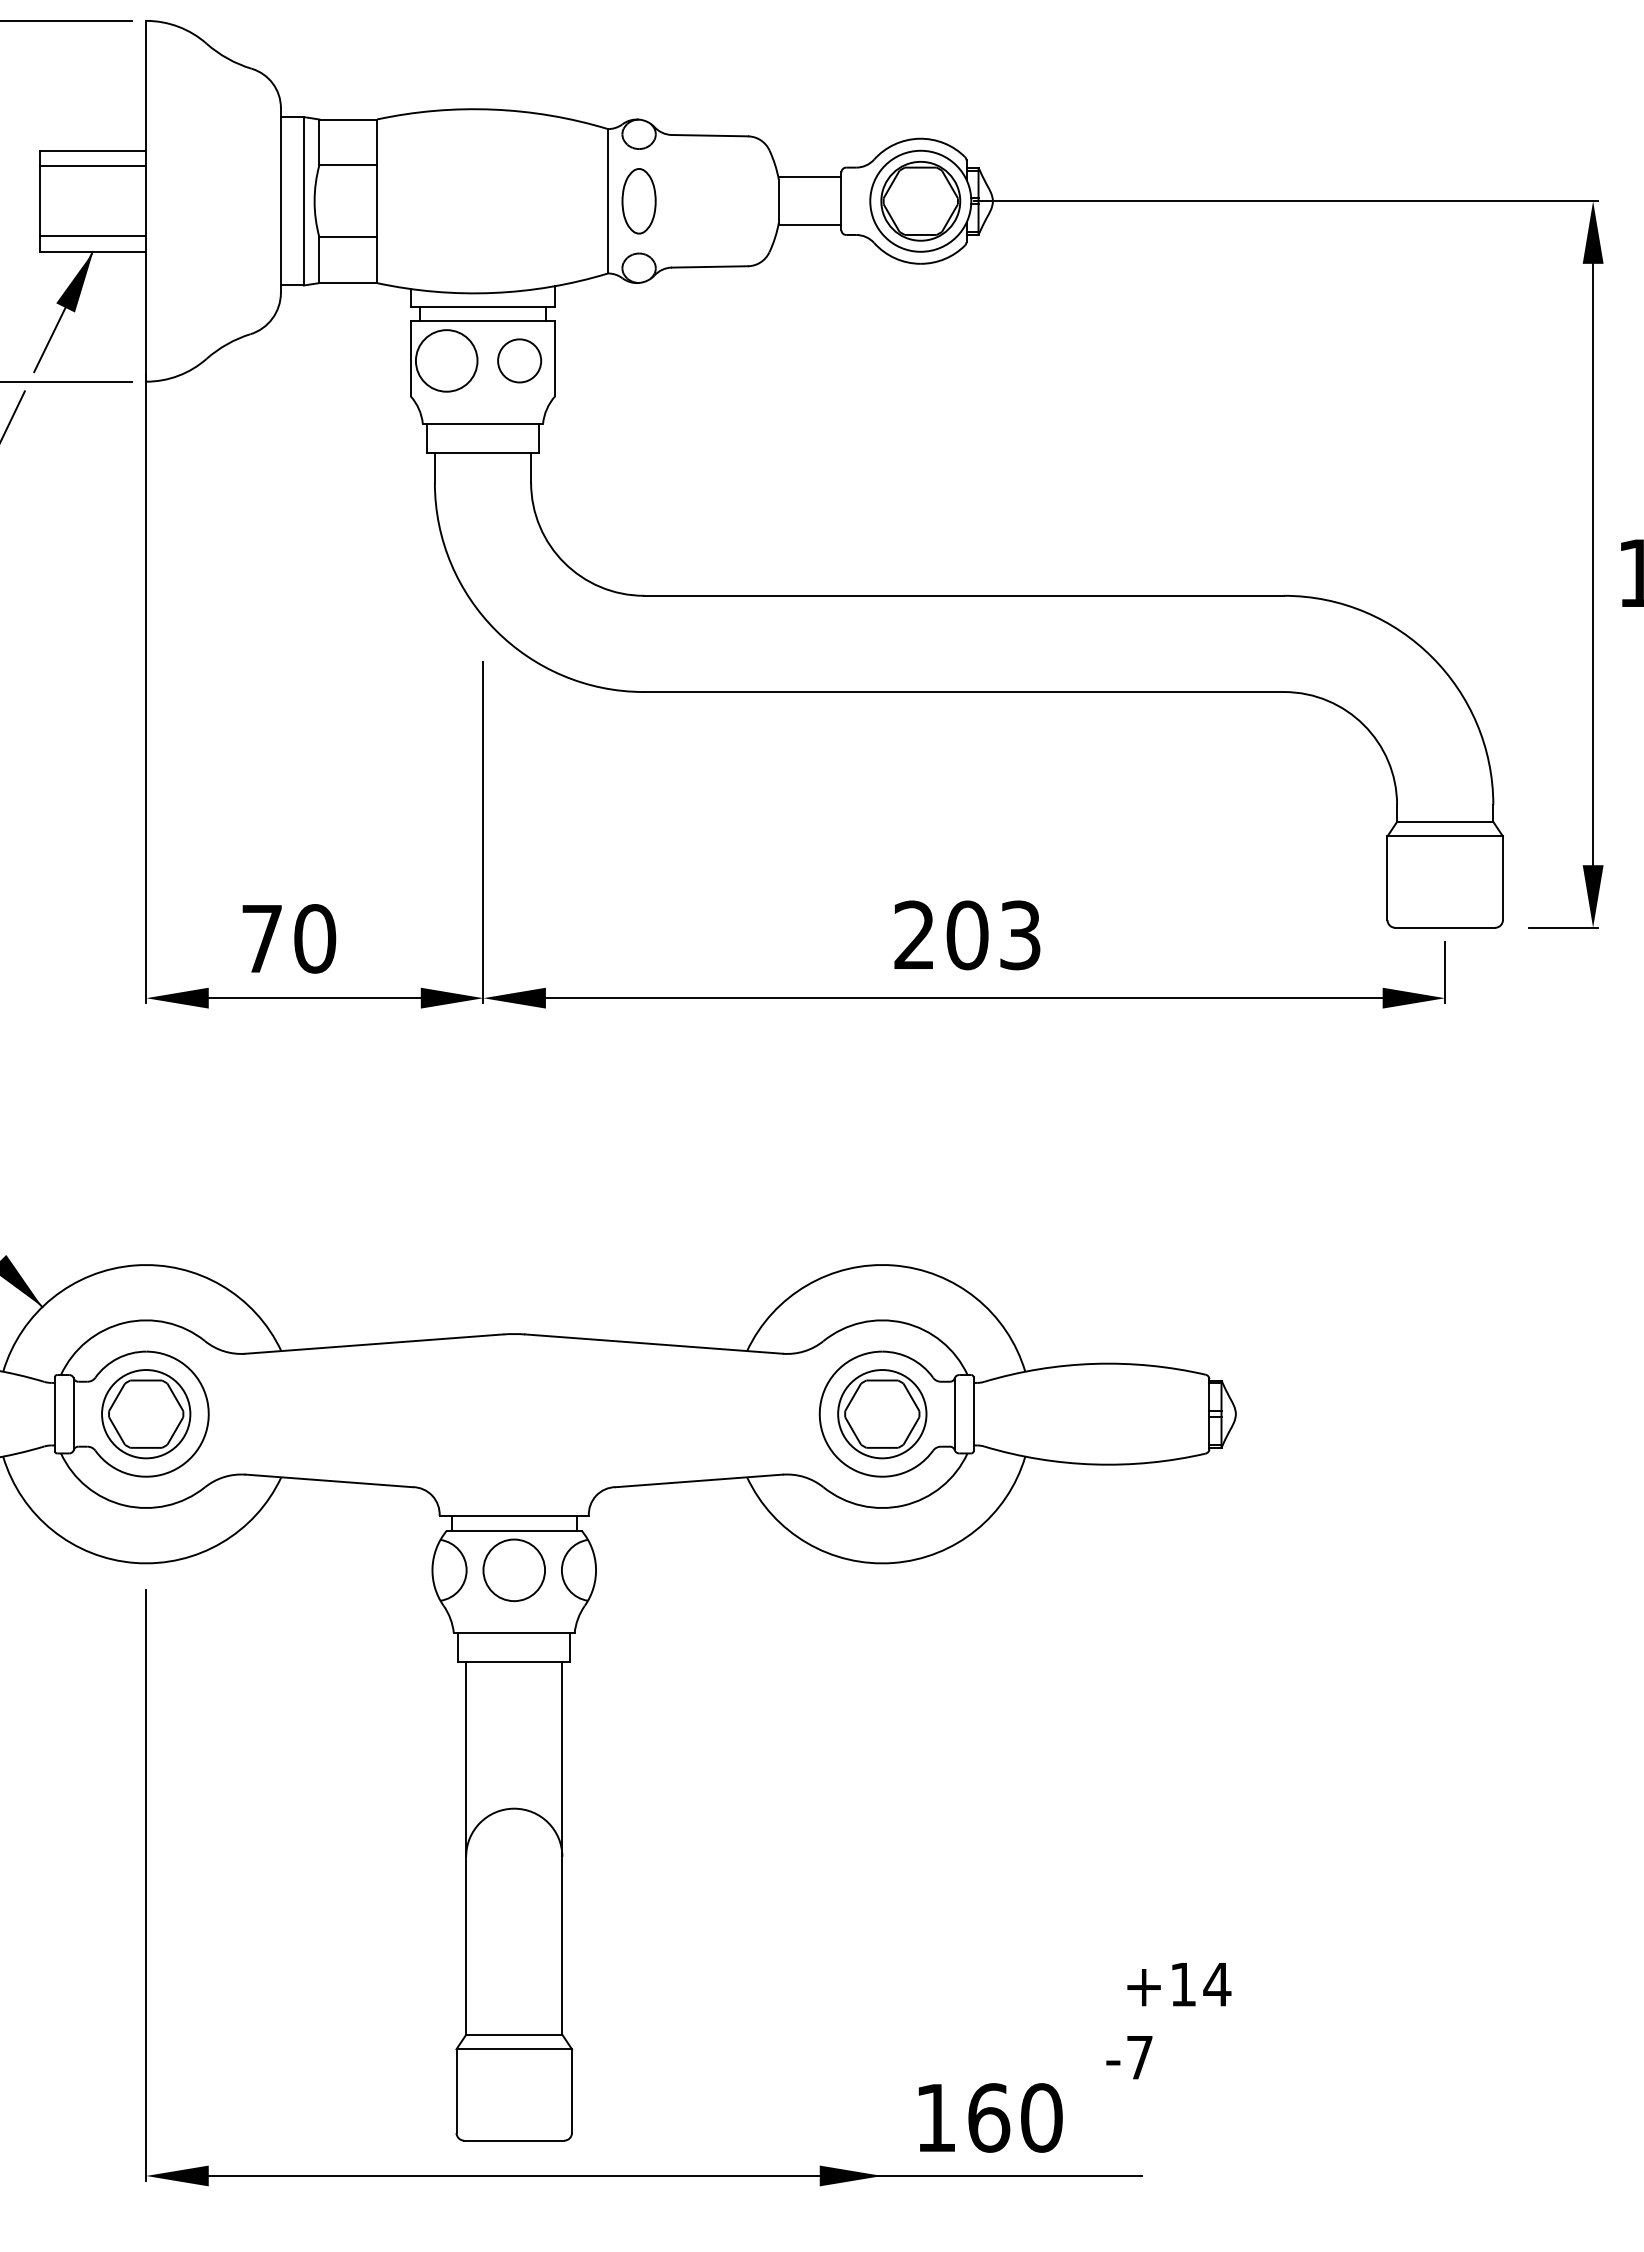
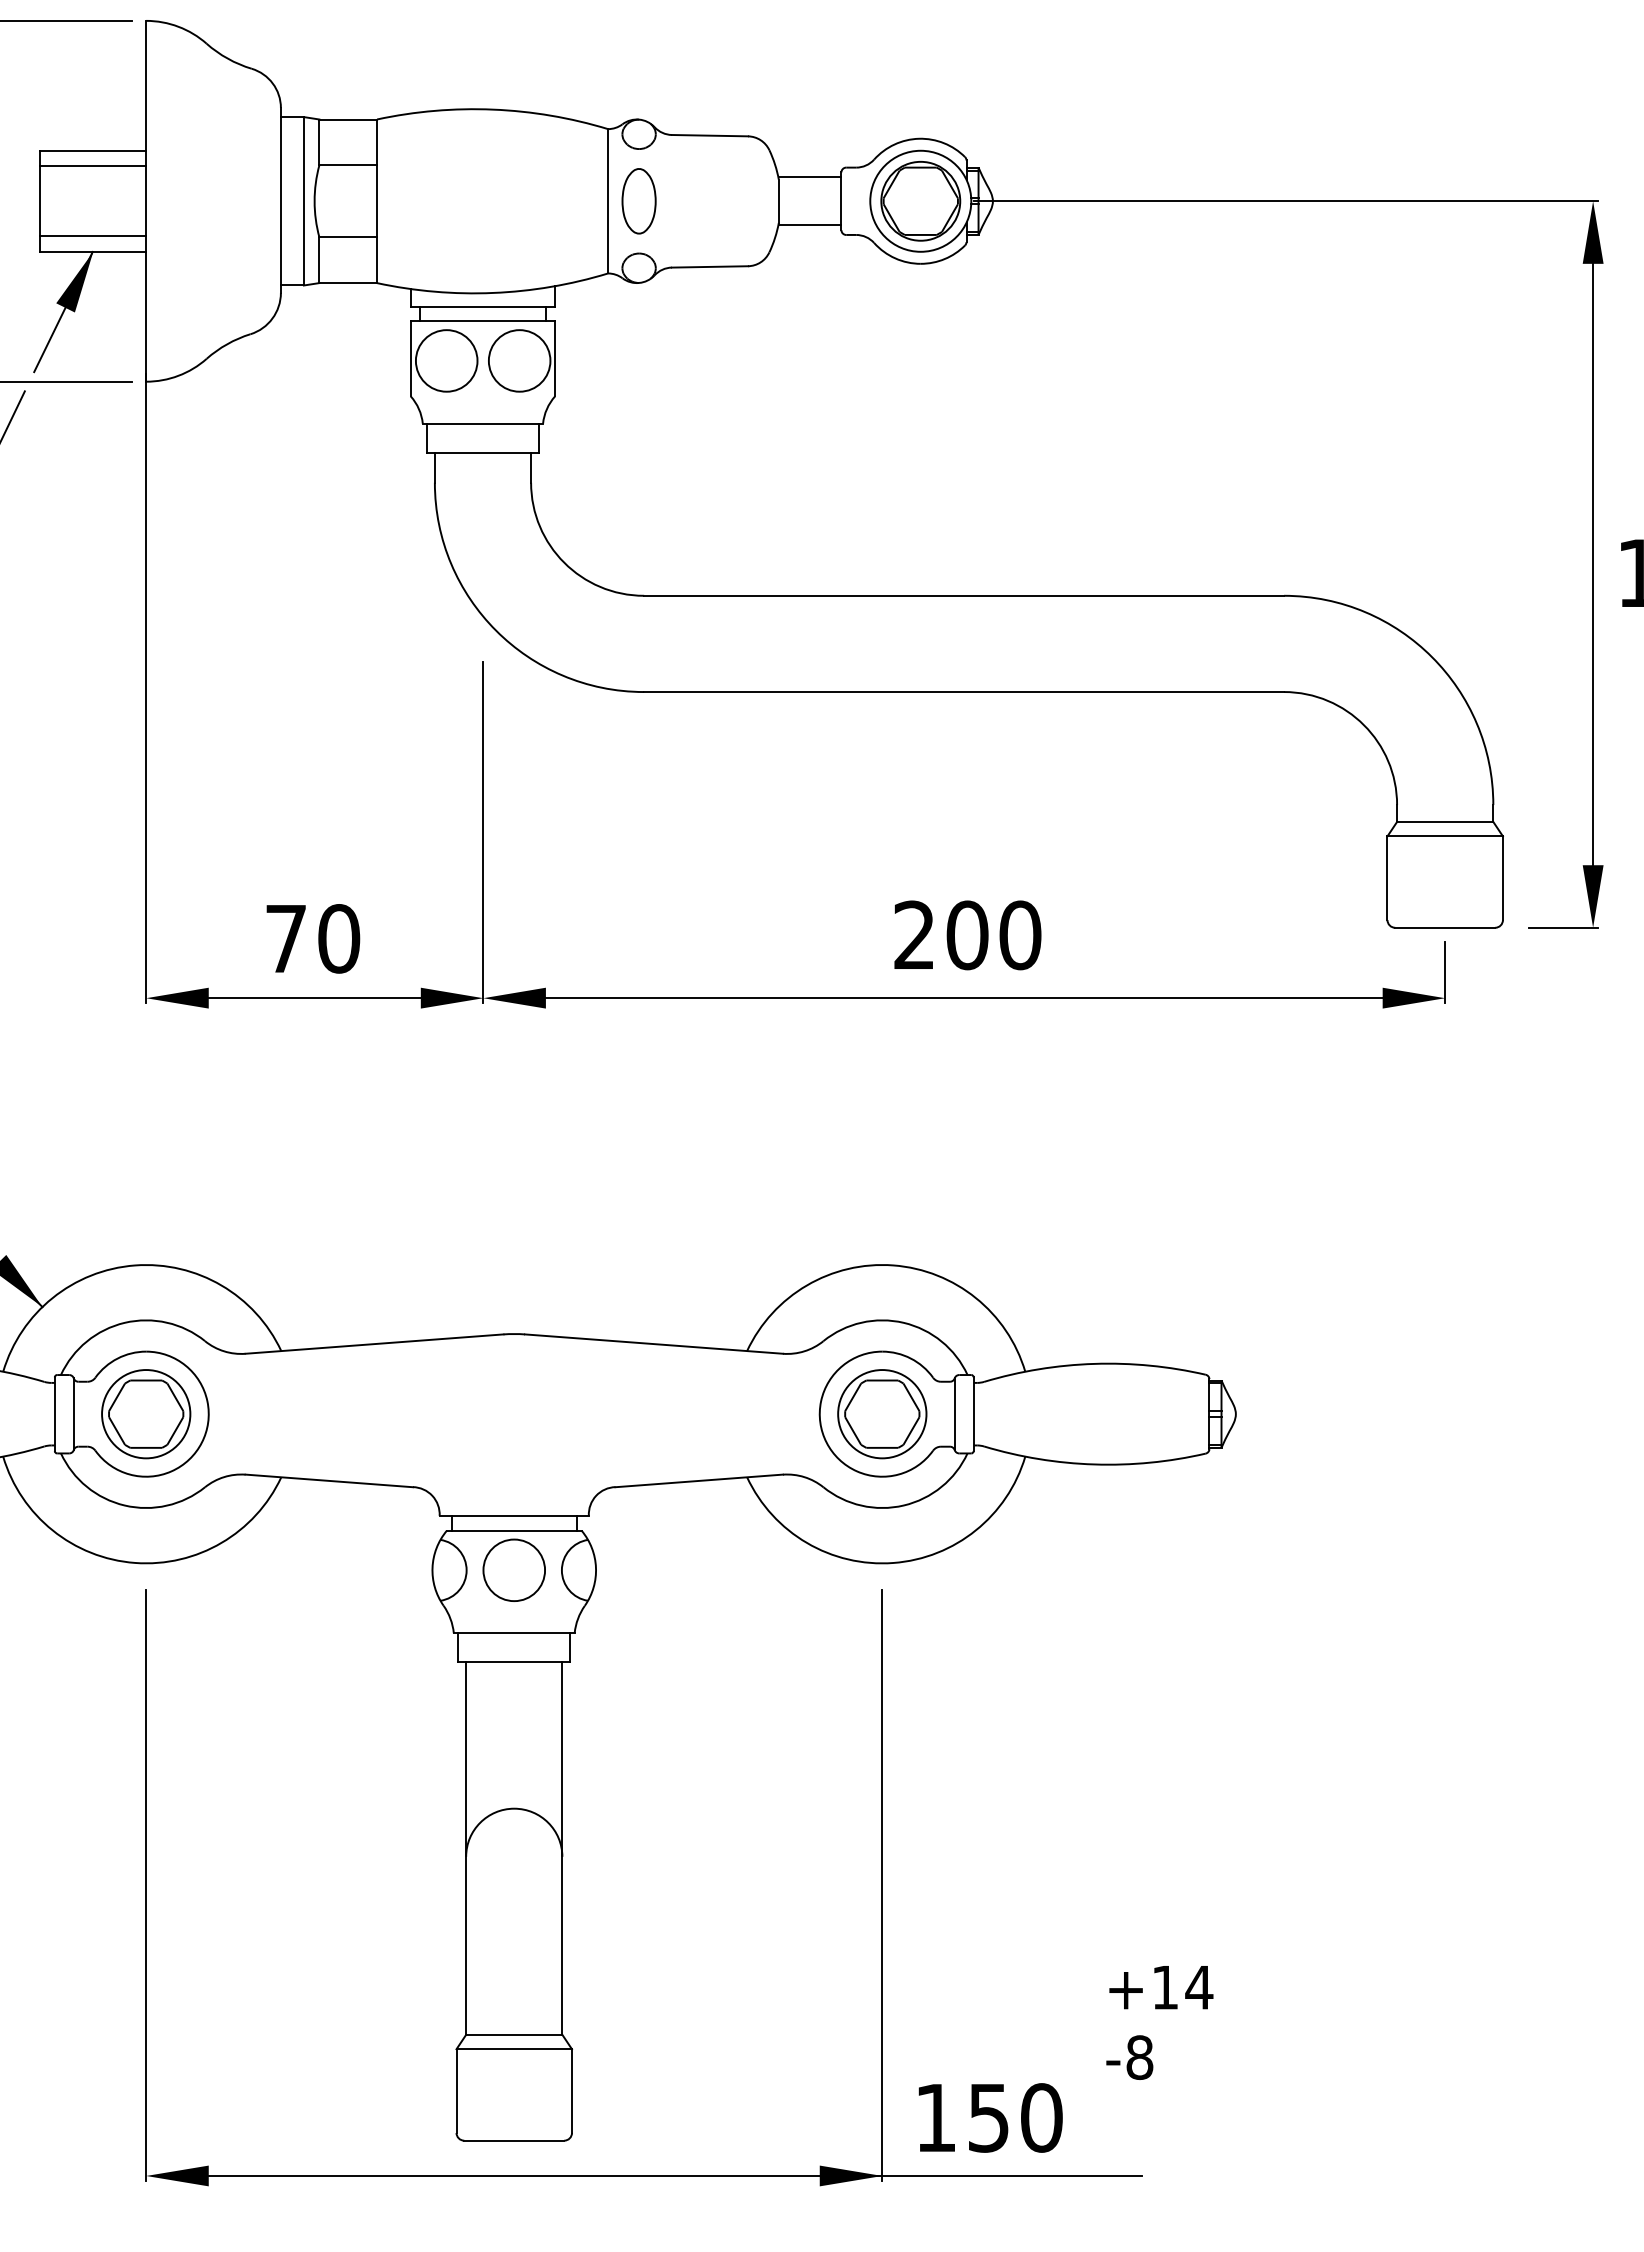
circle at (519, 360) diameter: 43 px -> 62 px
text at (1020, 935): 203 -> 200
text at (289, 938) position: (289, 938) -> (313, 938)
line at (882, 1884): none -> present
text at (1179, 1984) position: (1179, 1984) -> (1161, 1987)
text at (1139, 2057): -7 -> -8
text at (989, 2117): 160 -> 150
